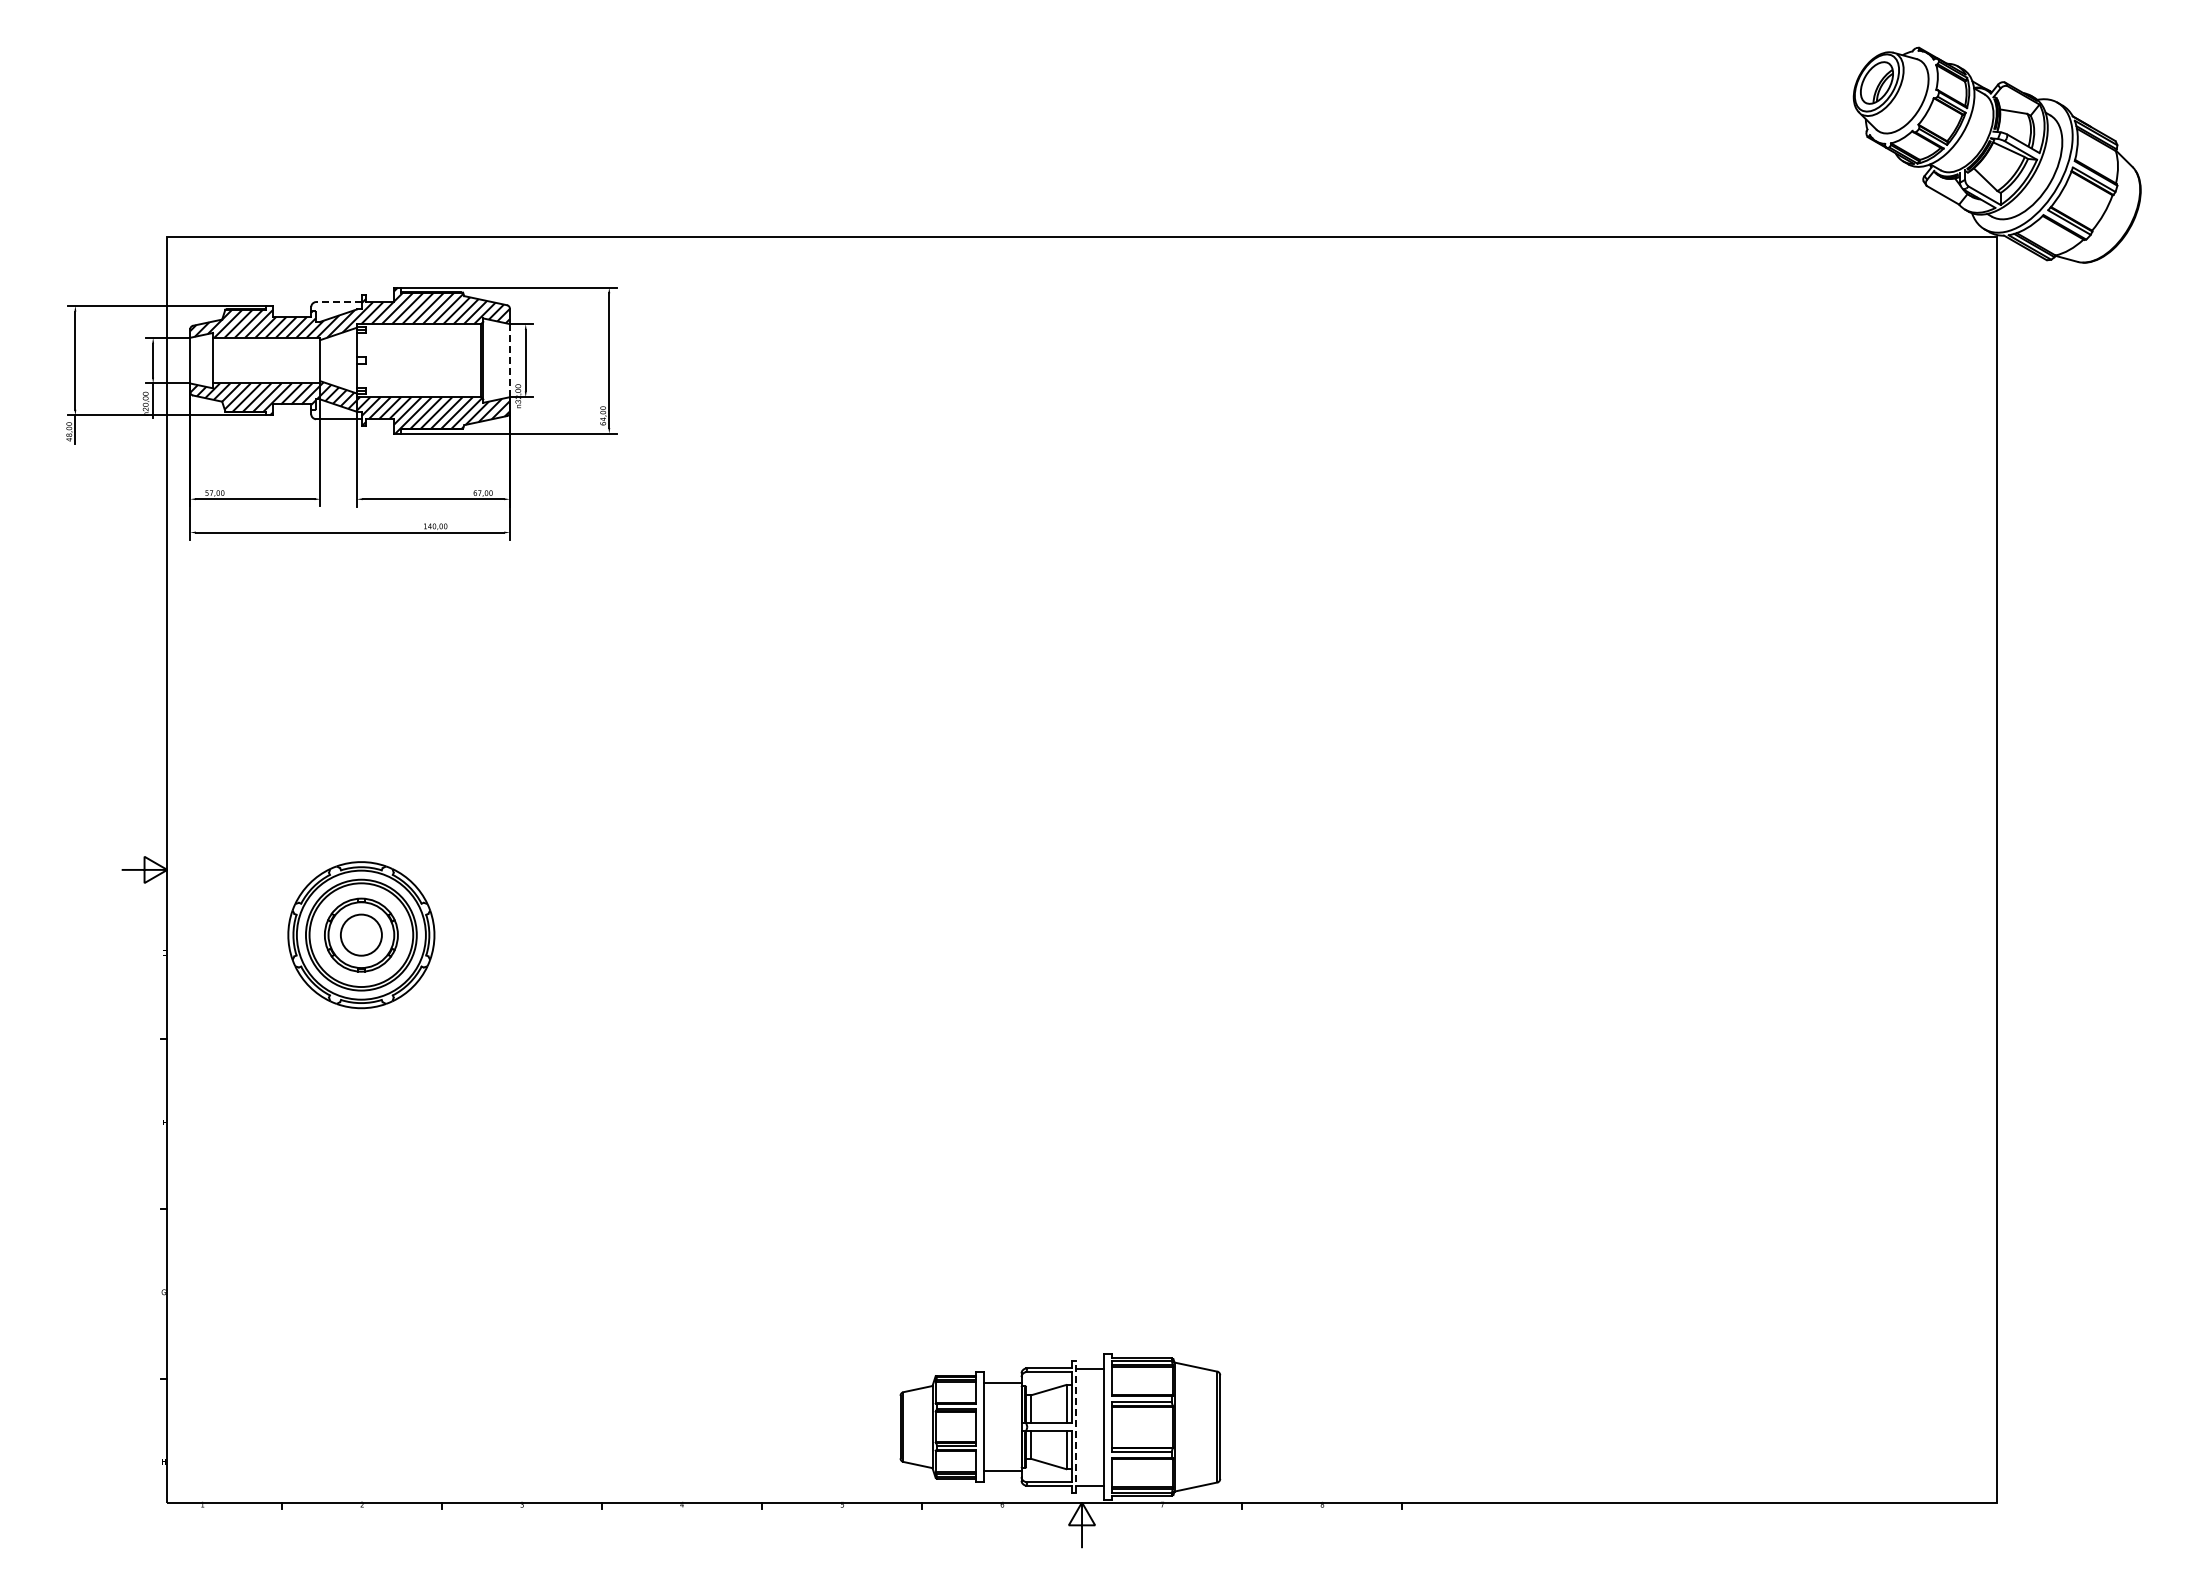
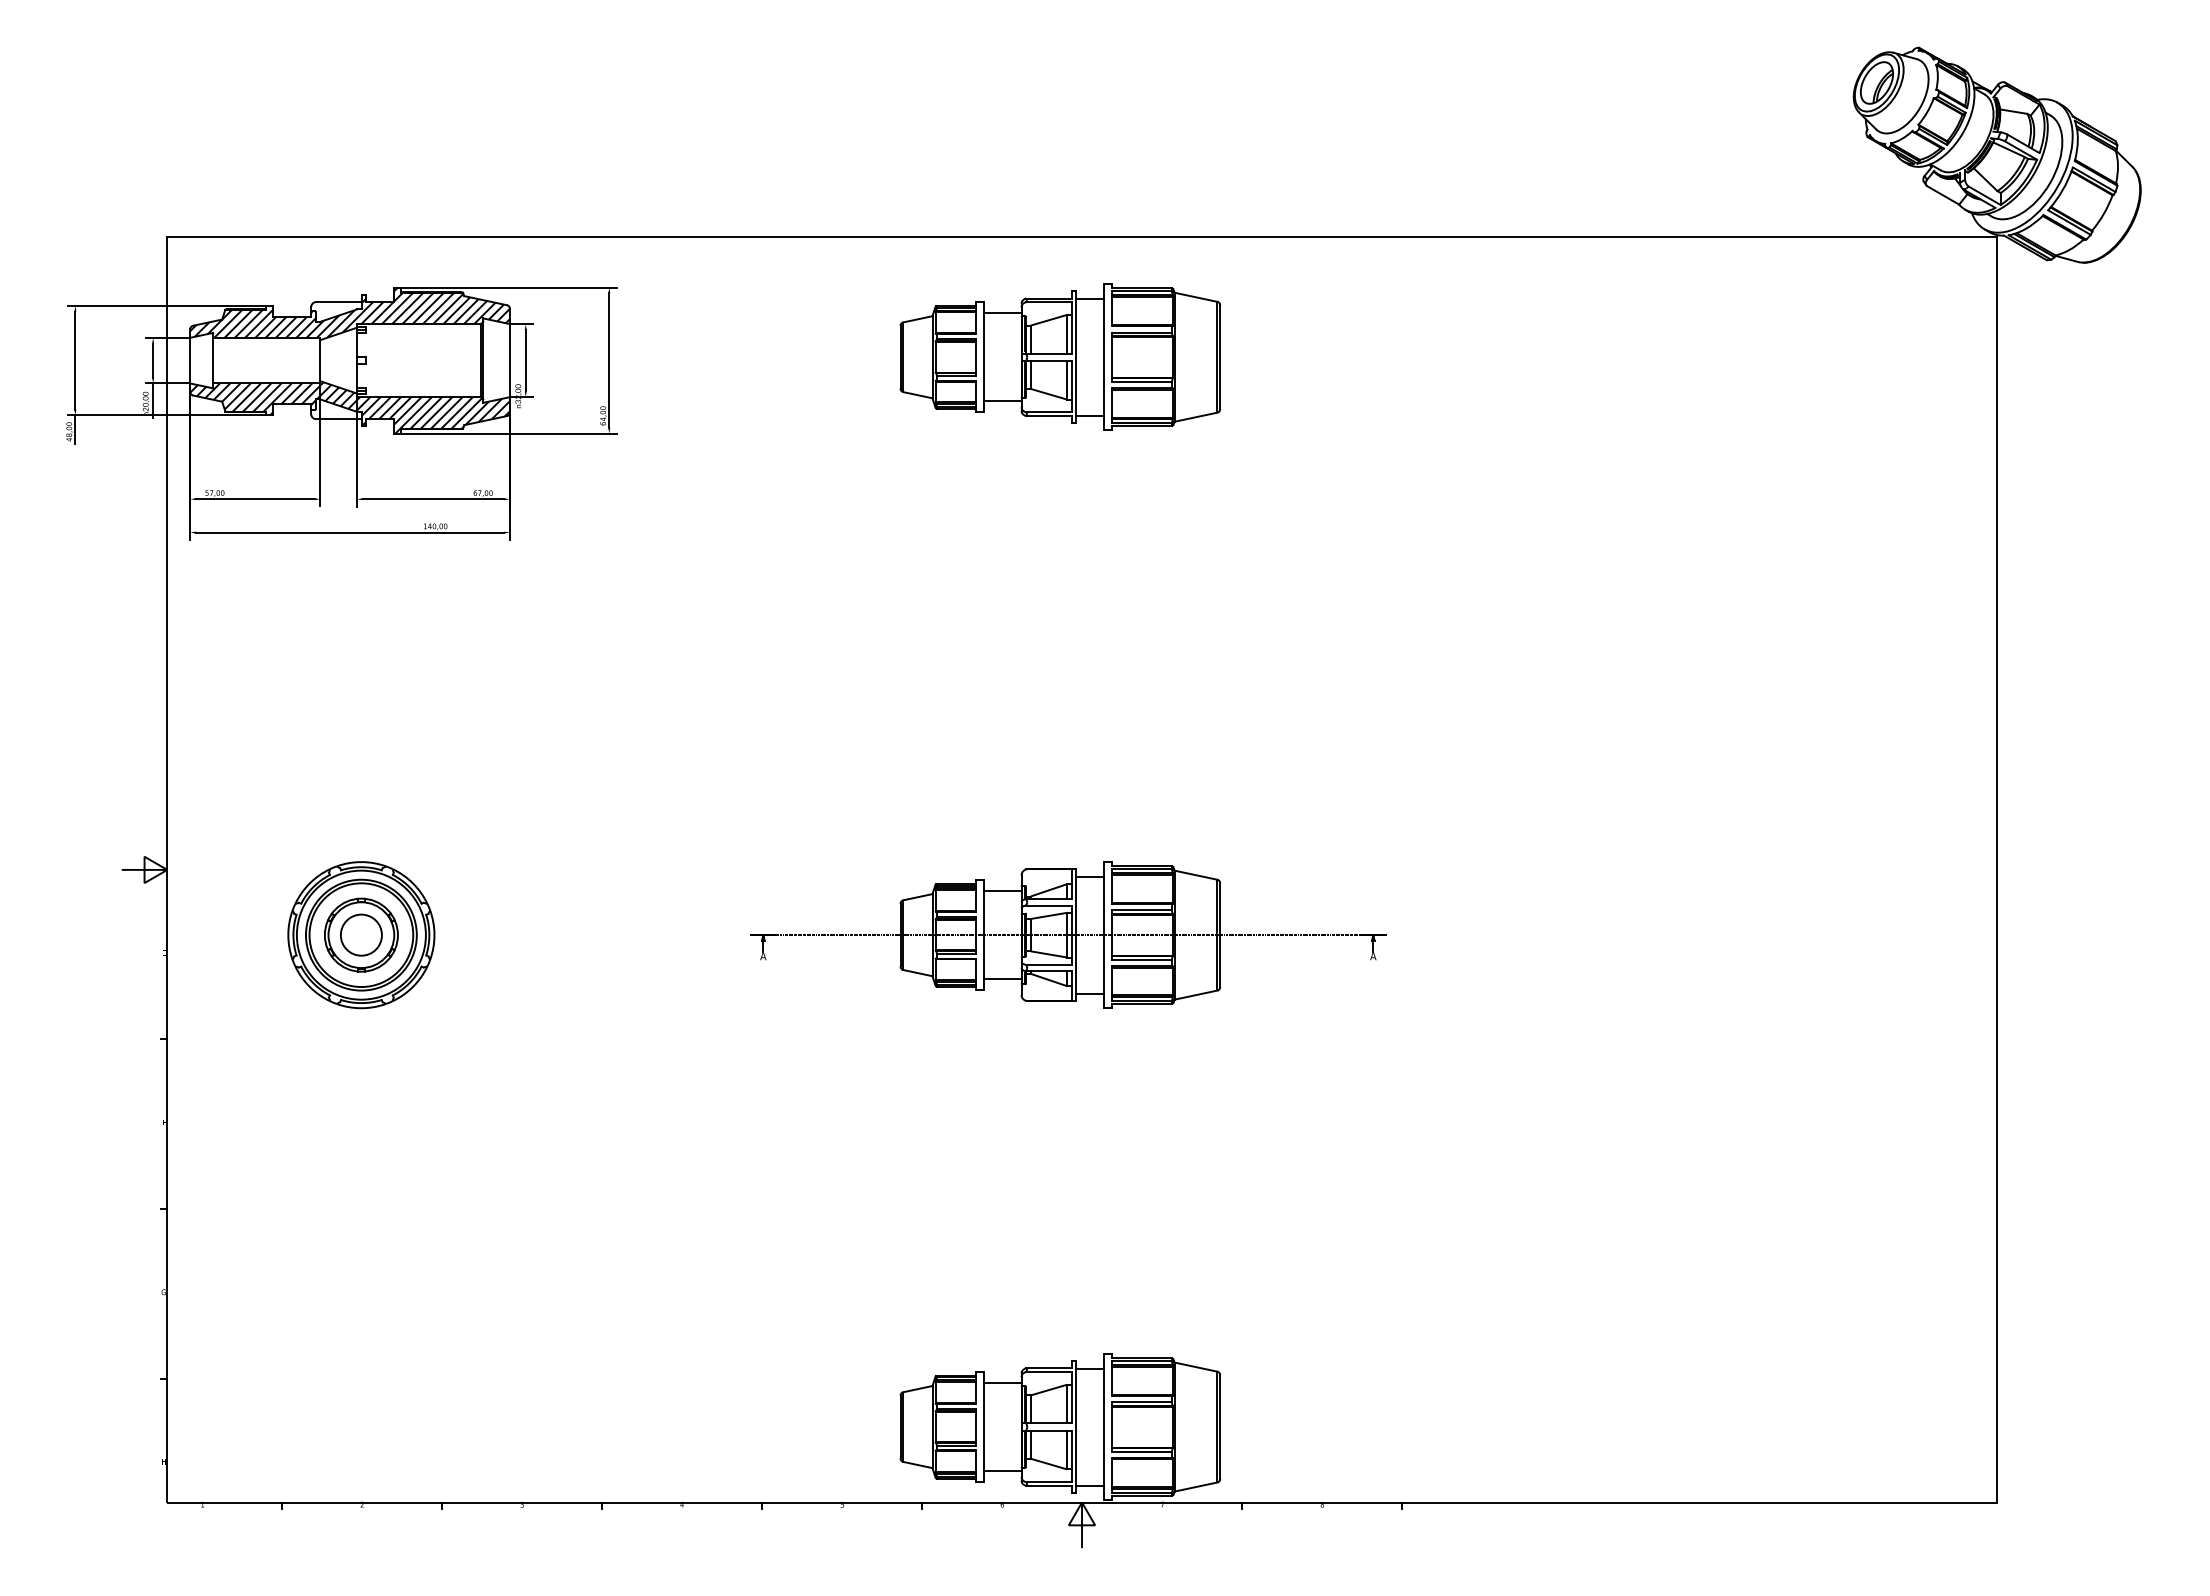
line at (338, 301): dashed -> solid
part at (1060, 356): none -> present
line at (509, 360): dashed -> solid
part at (1068, 934): none -> present
line at (1076, 1427): dashed -> solid
